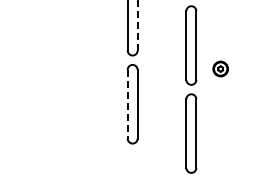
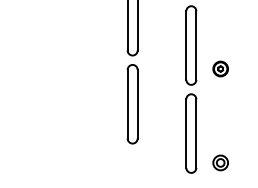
line at (137, 25): dashed -> solid
line at (127, 104): dashed -> solid
part at (220, 162): none -> present
